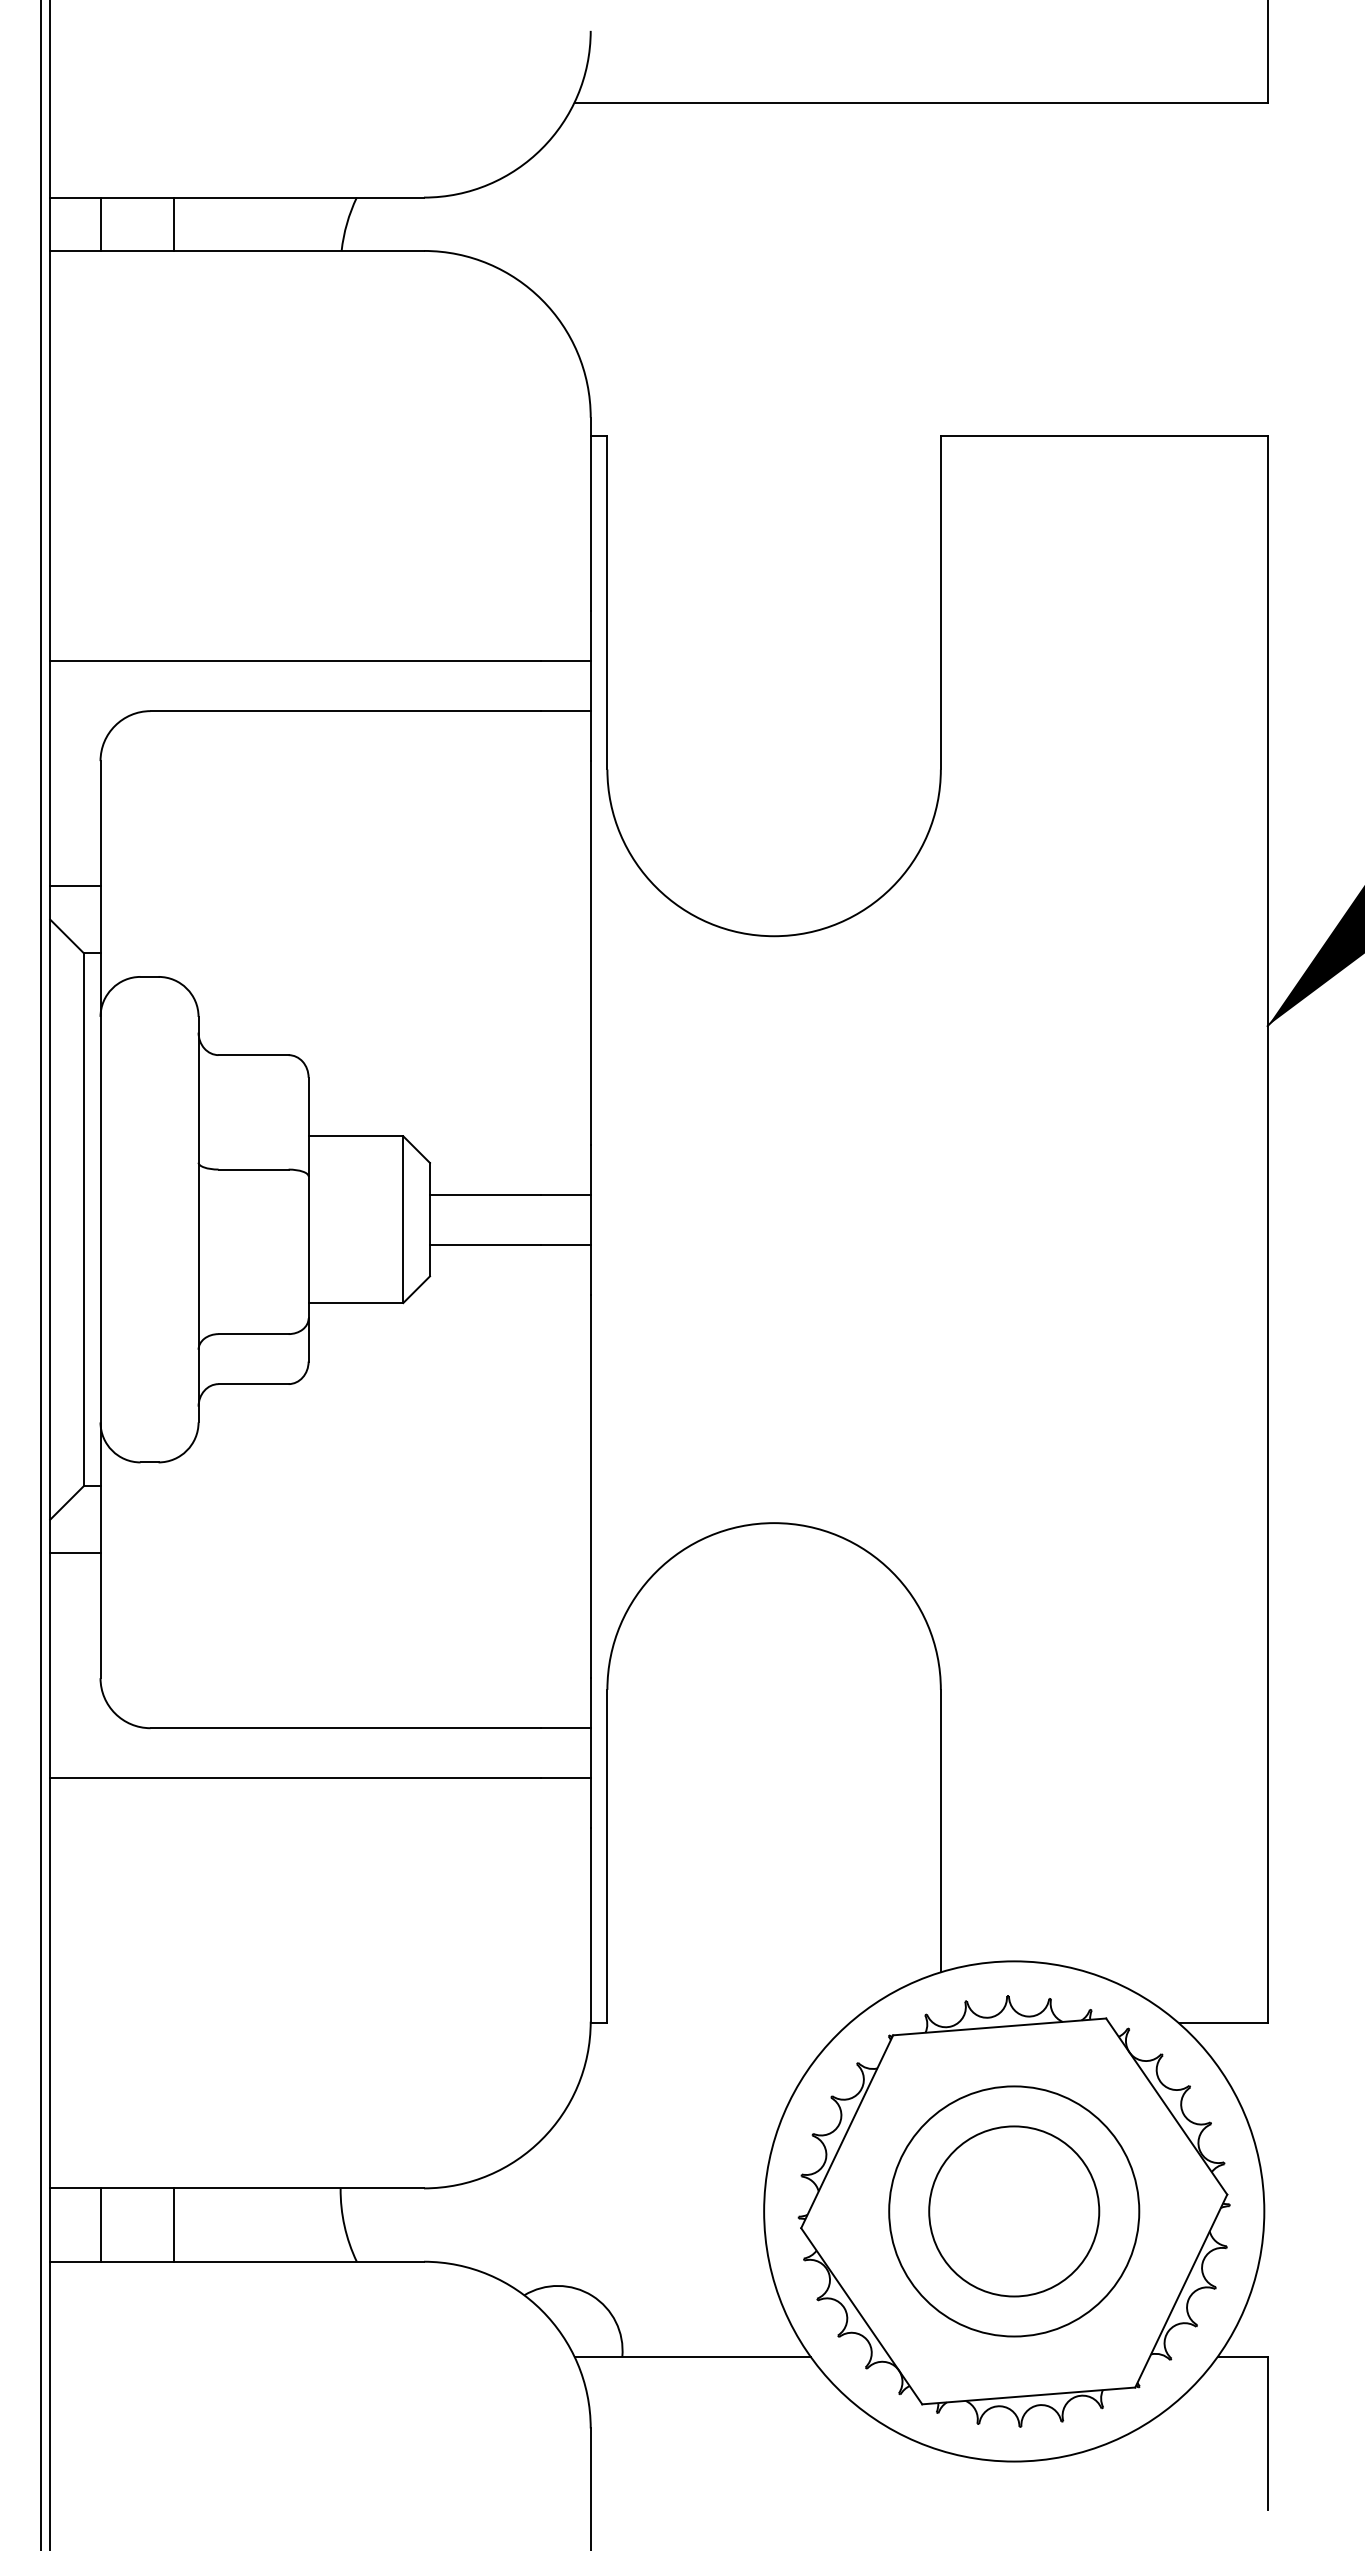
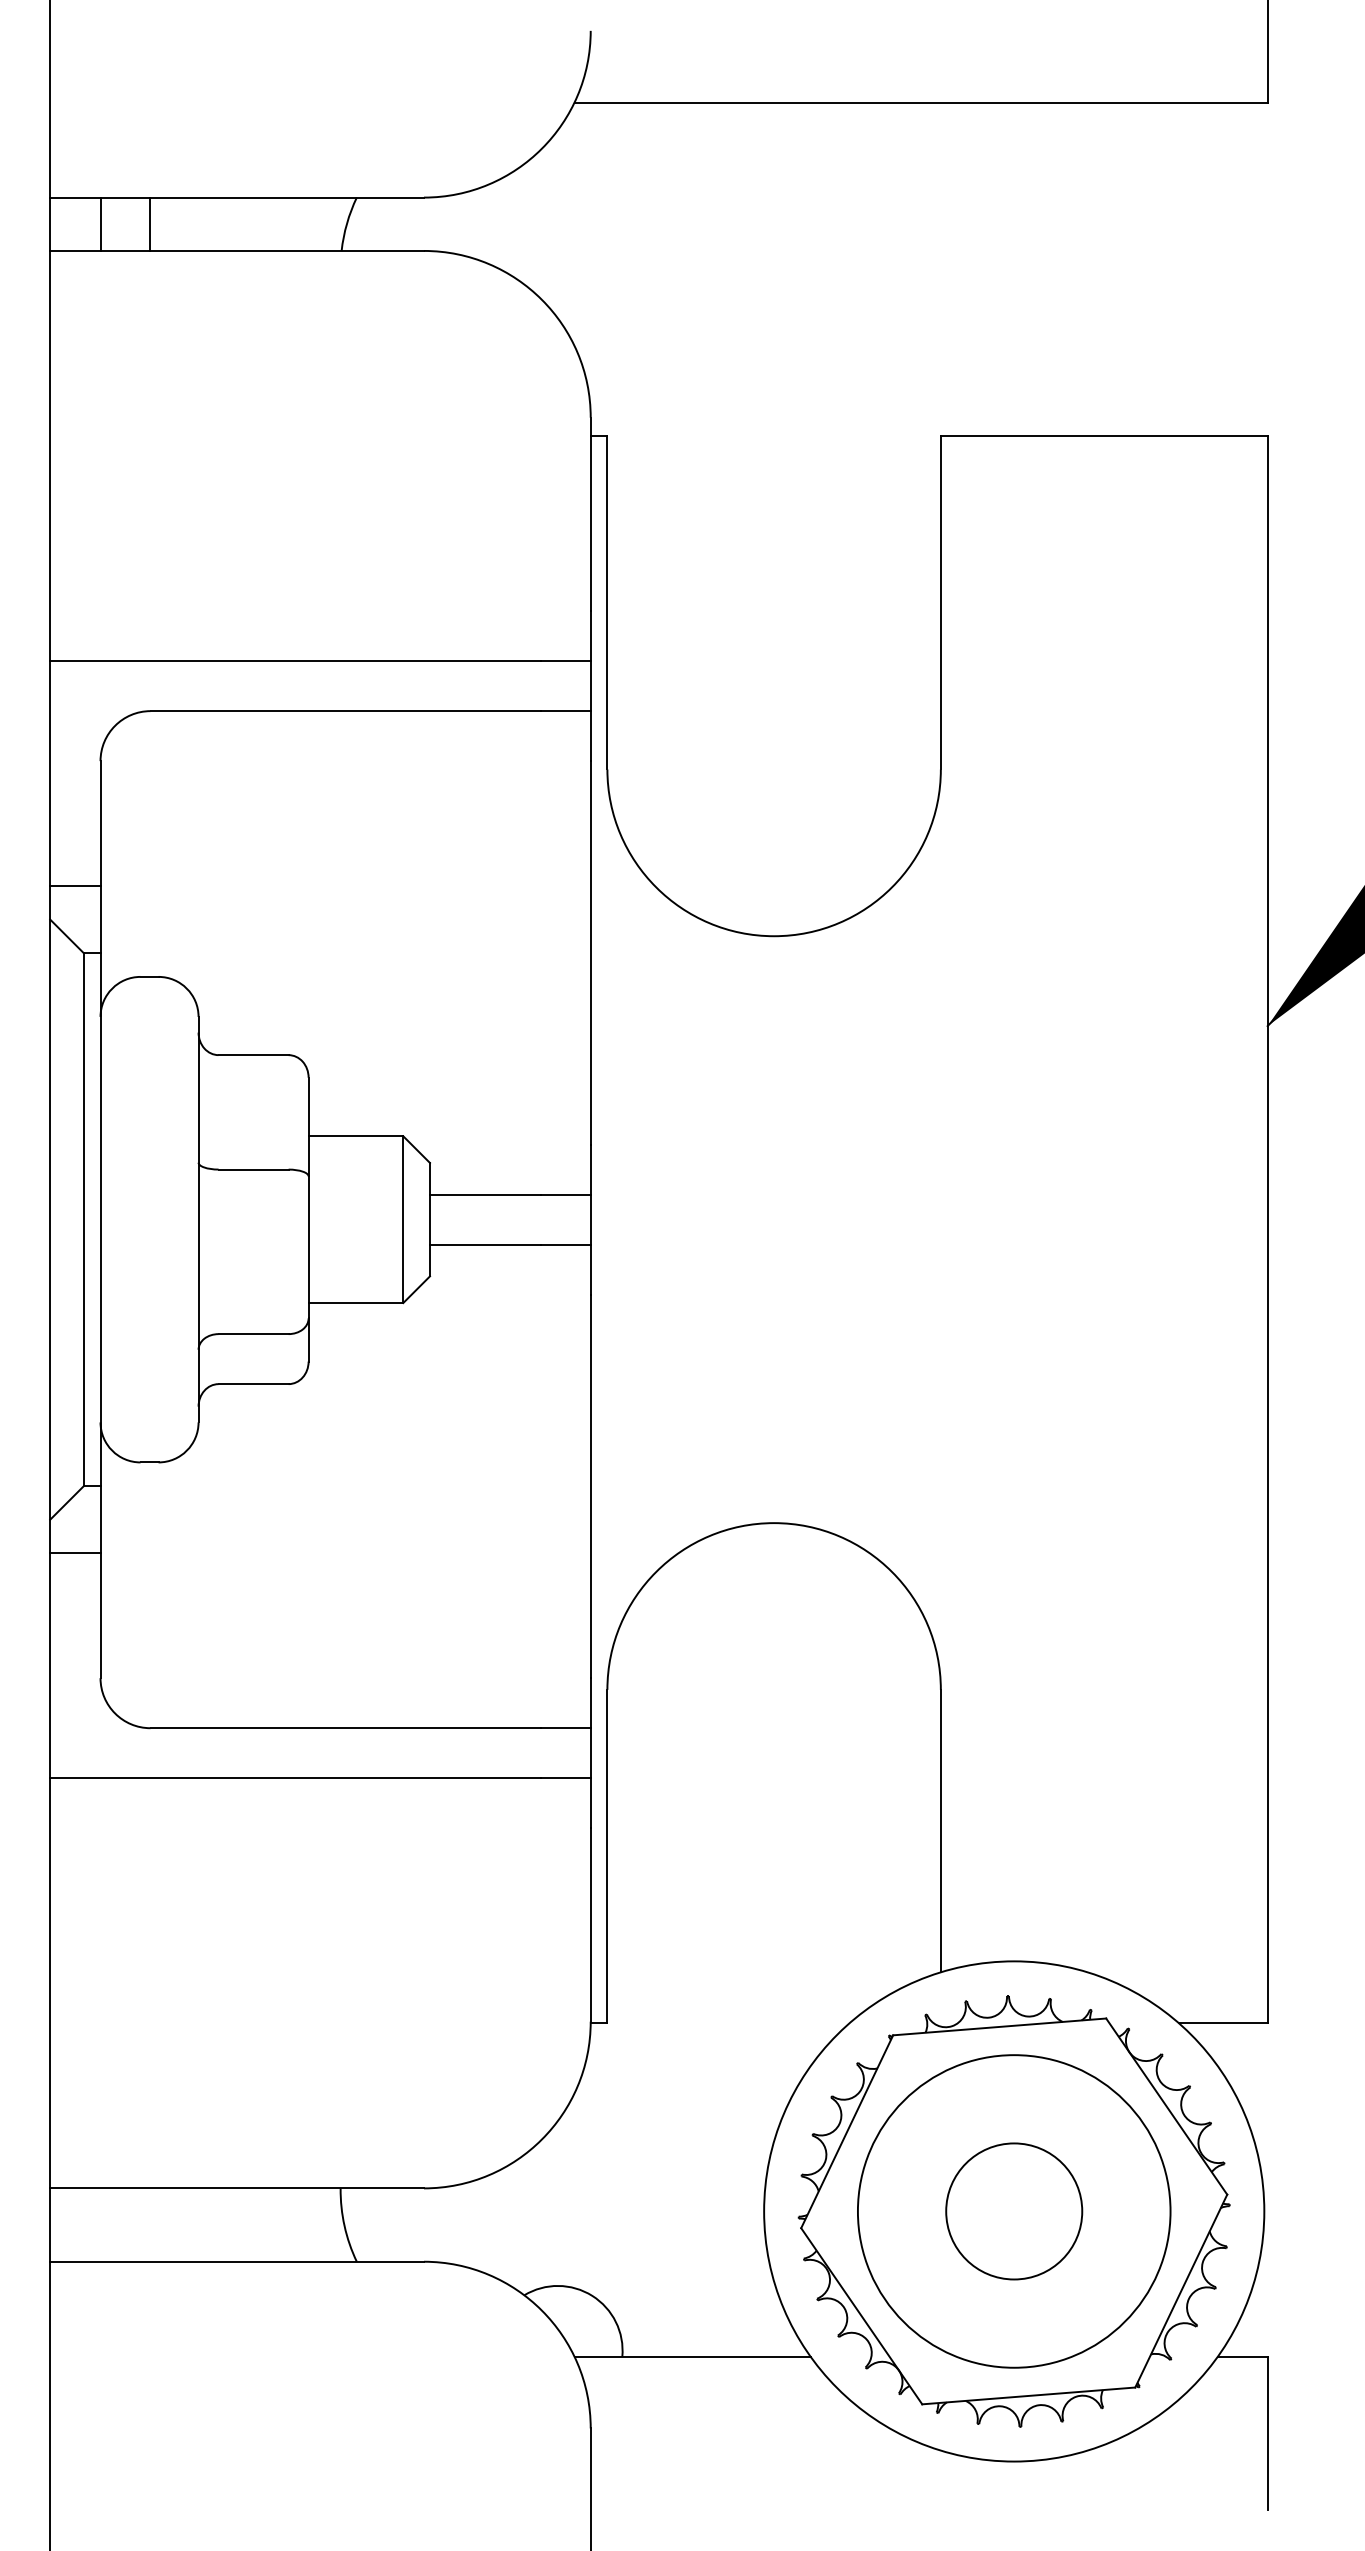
line at (173, 223) position: (173, 223) -> (149, 223)
line at (40, 1274): present -> none
circle at (1014, 2211) diameter: 170 px -> 136 px
circle at (1014, 2211) diameter: 250 px -> 313 px
line at (100, 2224): present -> none
line at (173, 2224): present -> none
